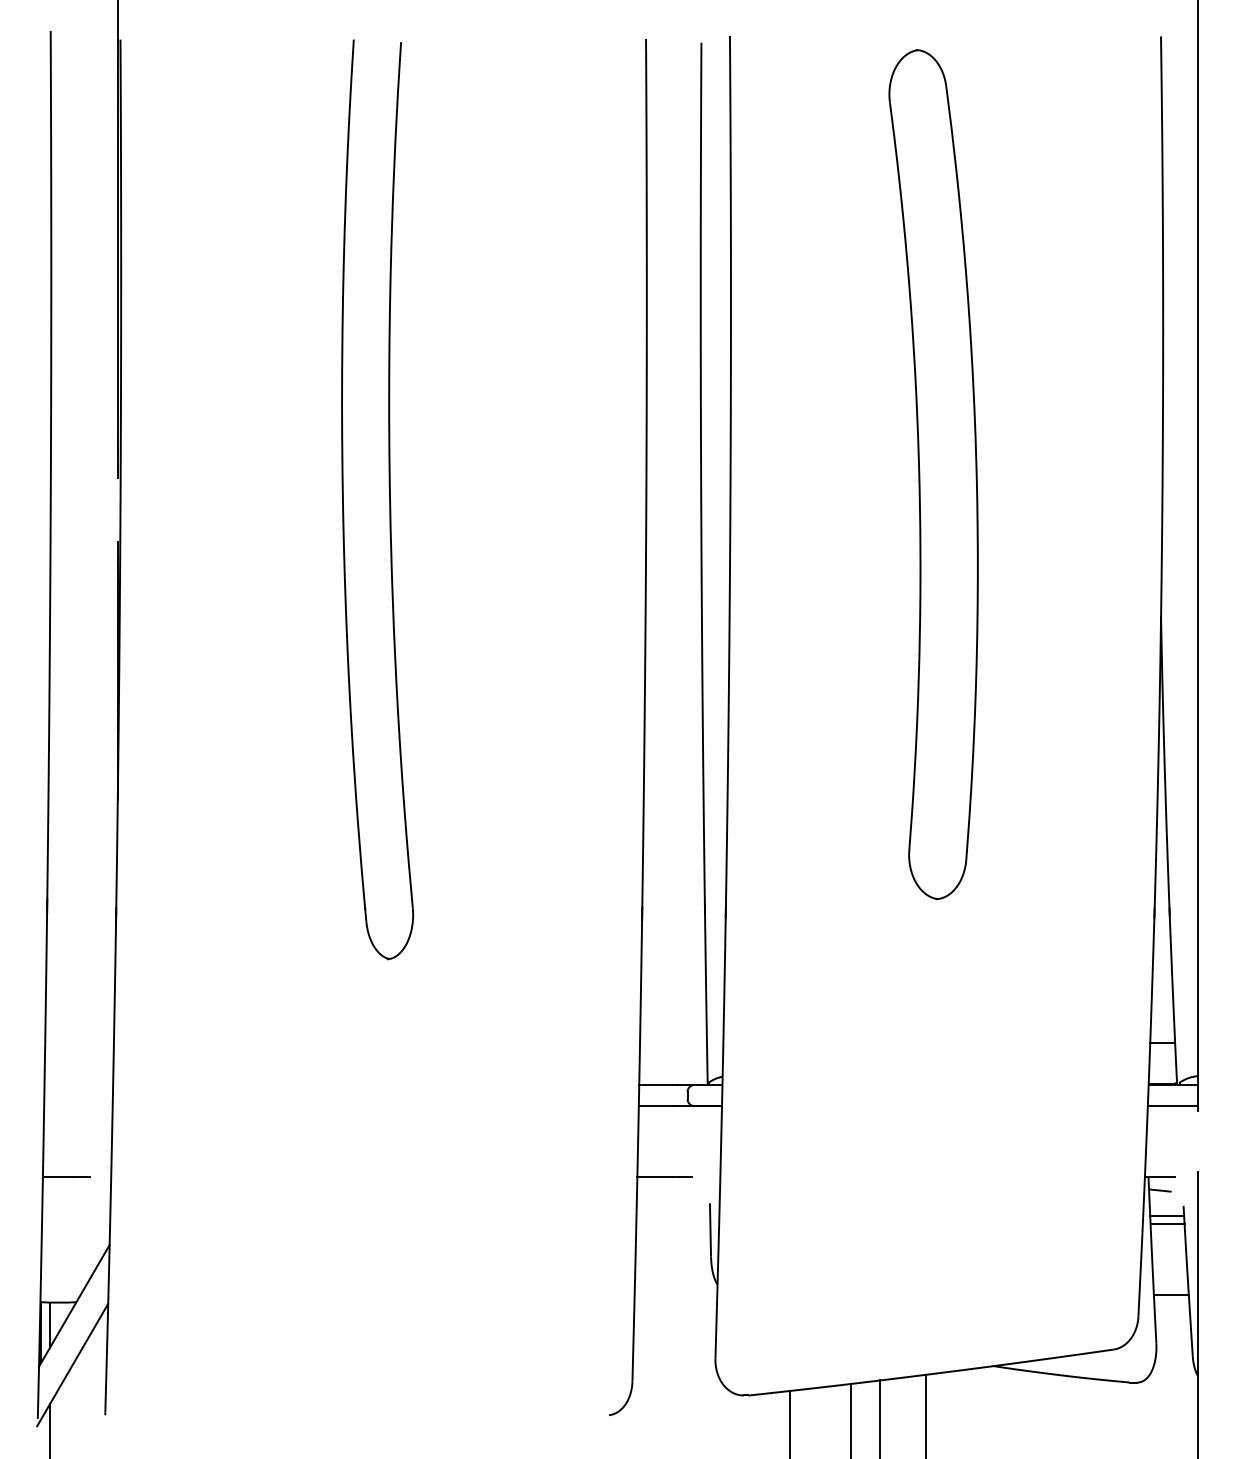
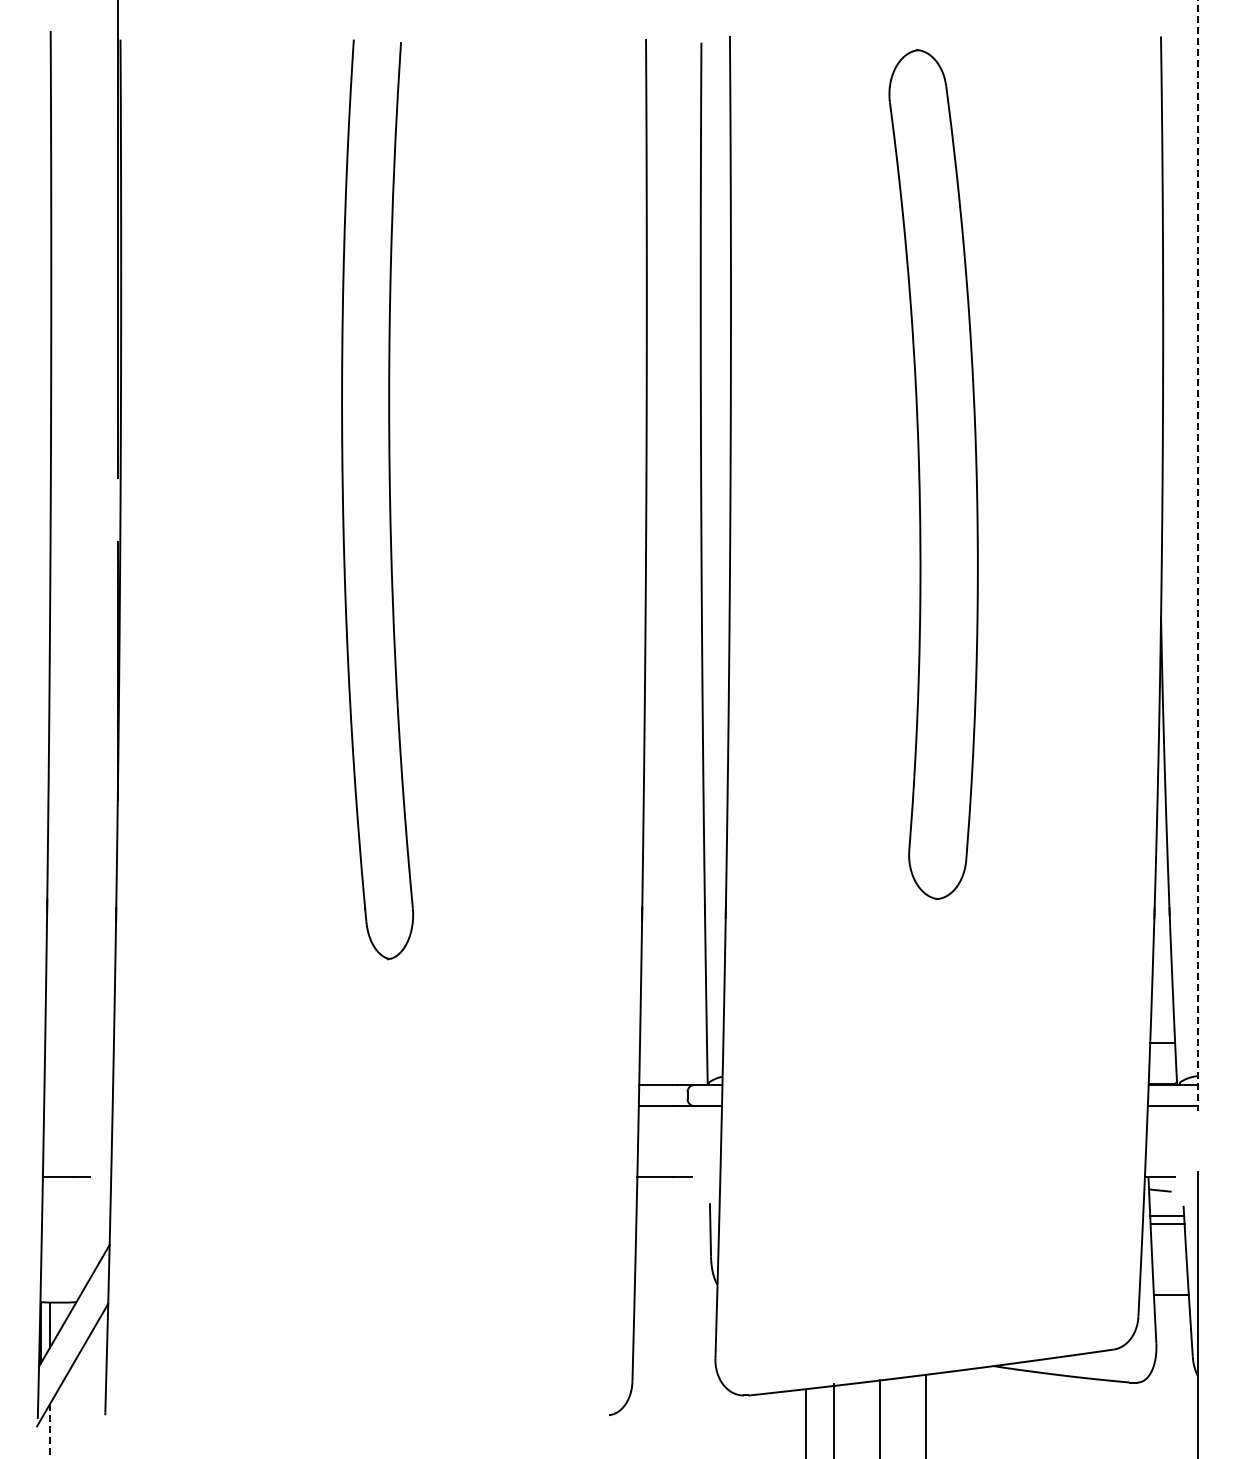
line at (1197, 556): solid -> dashed
line at (851, 1419) position: (851, 1419) -> (834, 1419)
line at (790, 1422) position: (790, 1422) -> (806, 1422)
line at (50, 1431): solid -> dashed
